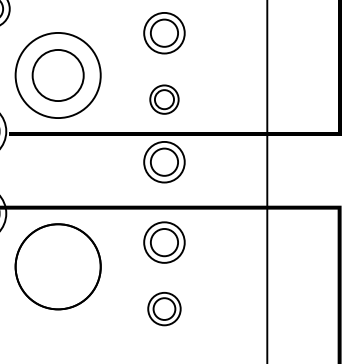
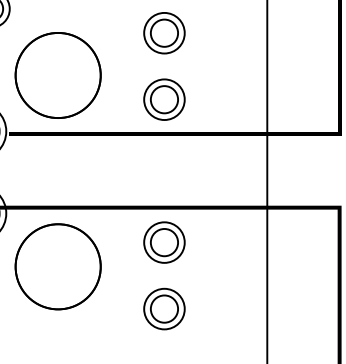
circle at (57, 75) diameter: 51 px -> 85 px
part at (164, 99) size: 31x31 px -> 43x43 px
part at (164, 162): present -> none
part at (164, 309) size: 35x35 px -> 43x44 px
